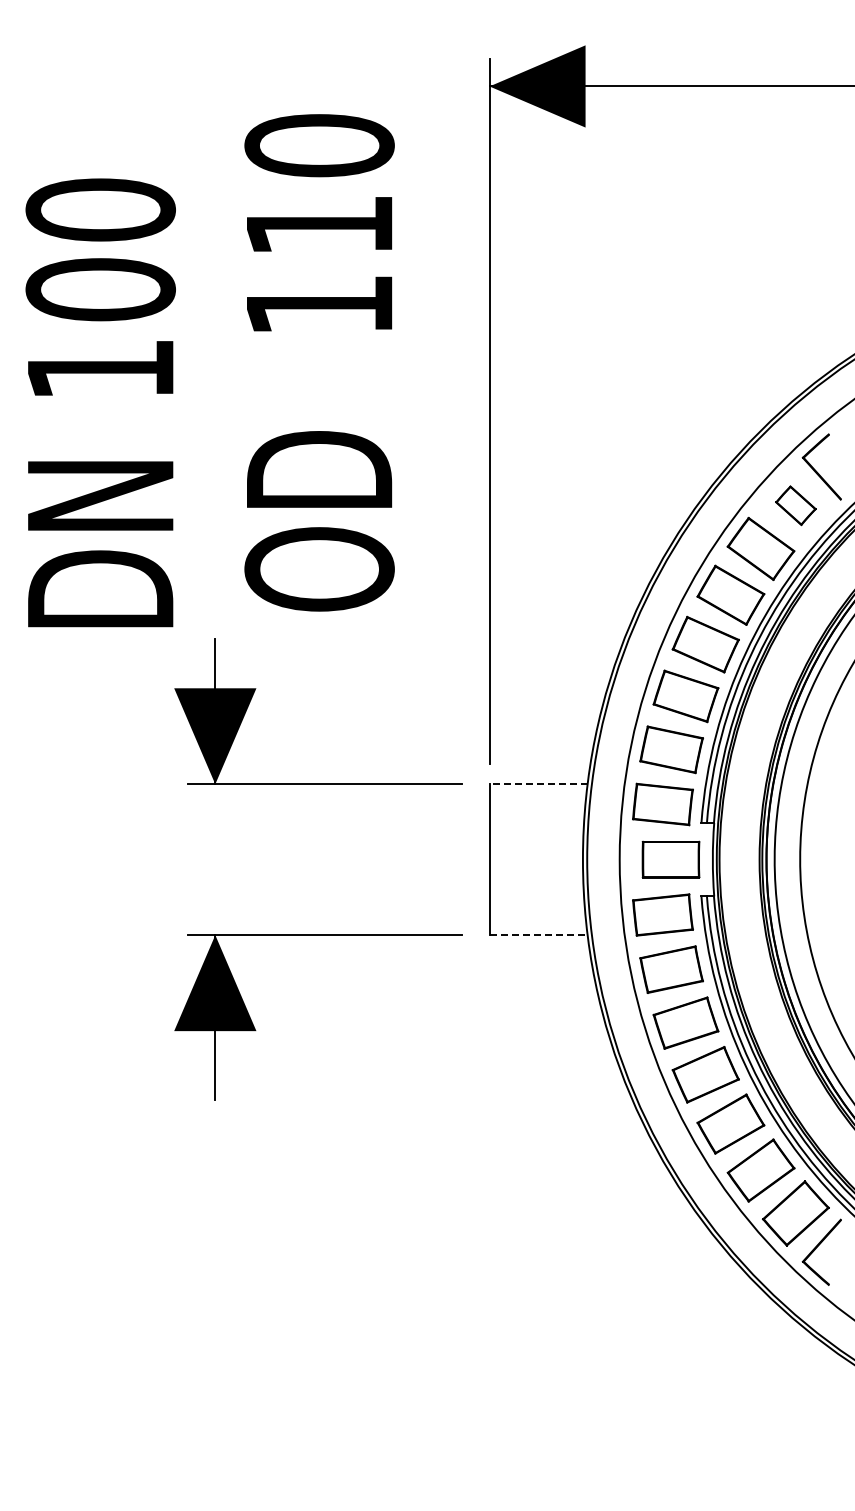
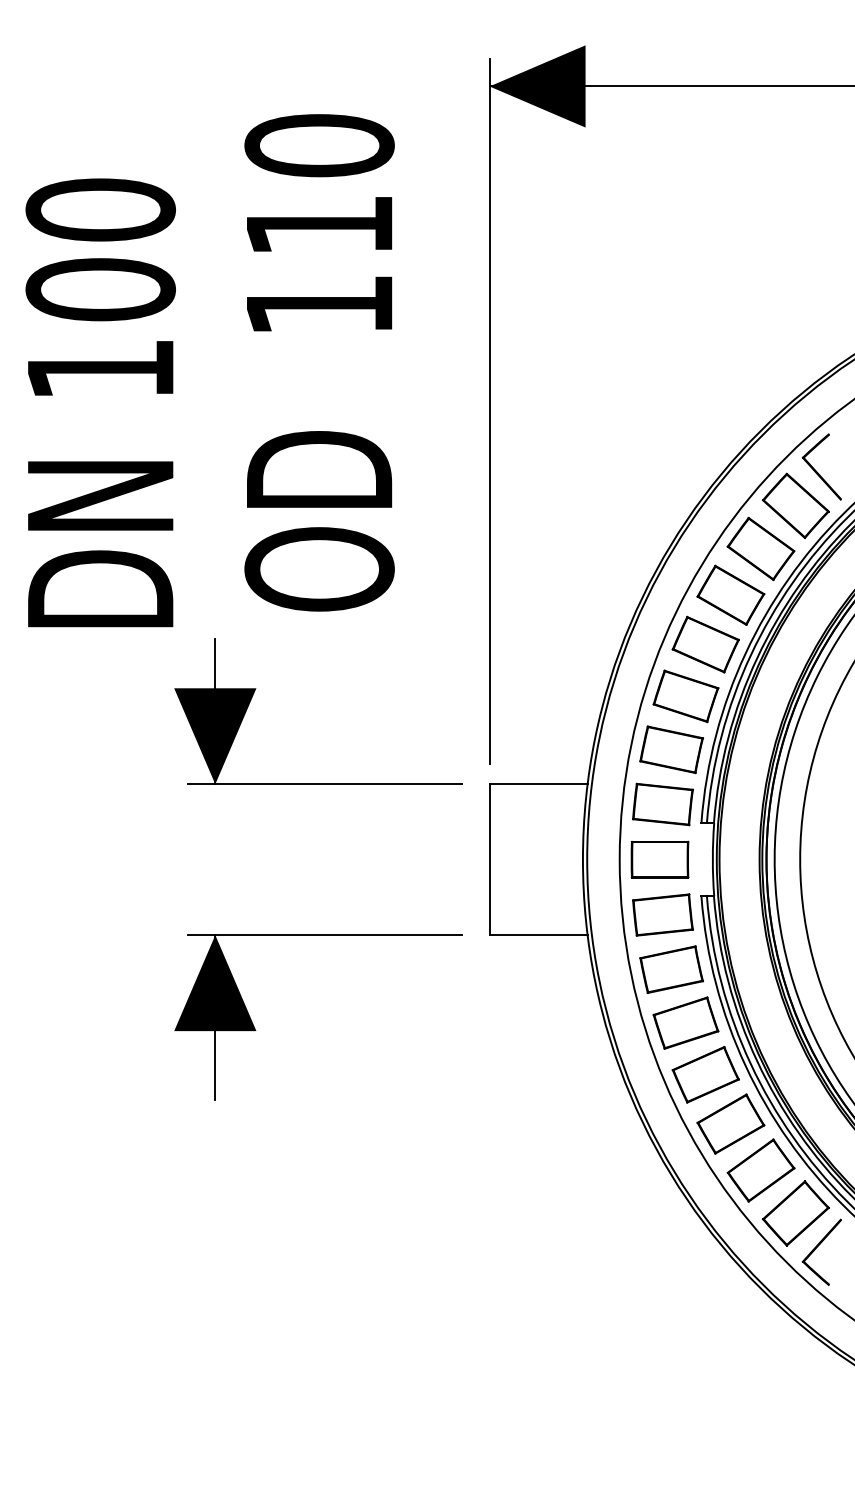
part at (795, 505) size: 42x42 px -> 68x67 px
line at (538, 784): dashed -> solid
part at (670, 859) position: (670, 859) -> (659, 859)
line at (539, 935): dashed -> solid
